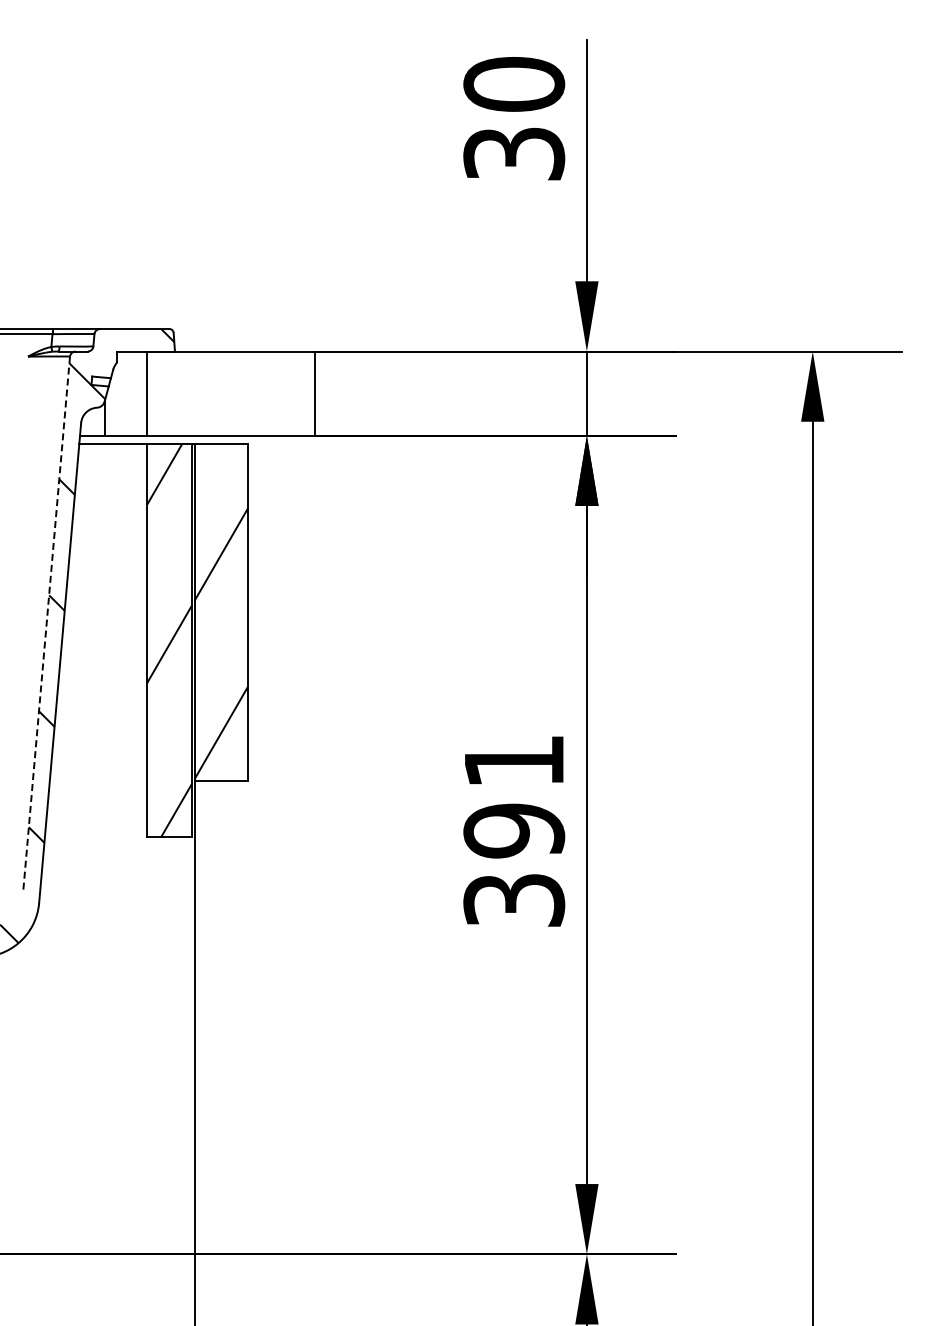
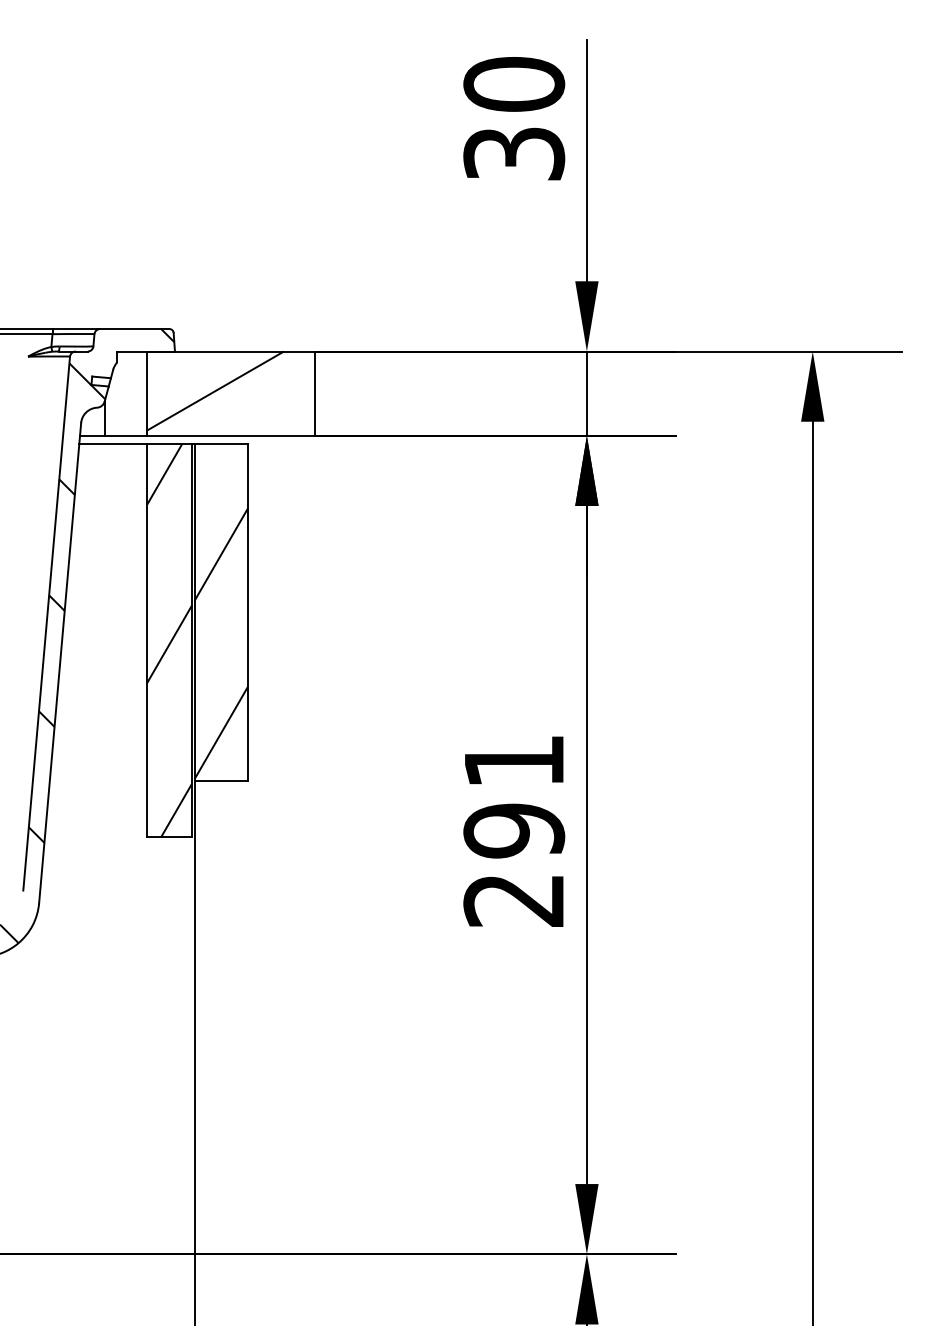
hatch at (215, 390): none -> present
line at (46, 623): dashed -> solid
text at (514, 900): 391 -> 291
